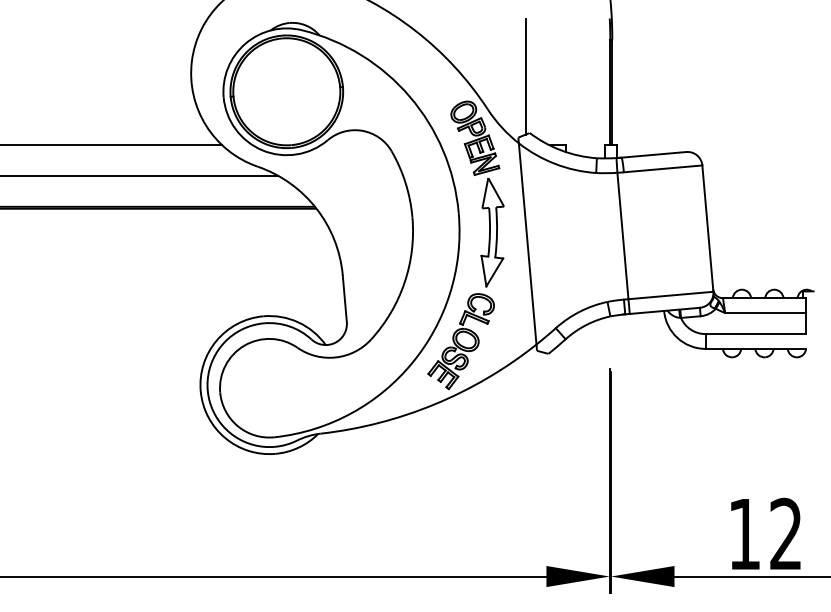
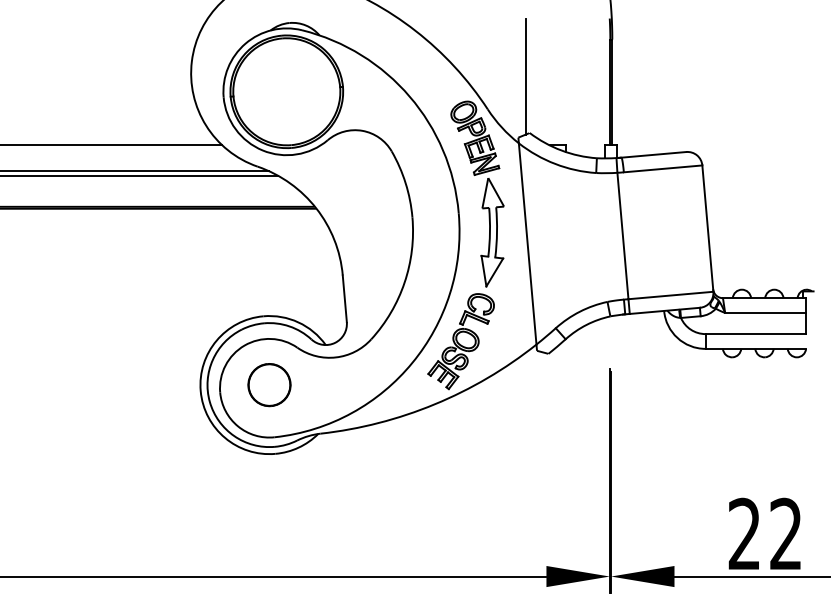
line at (135, 171): none -> present
part at (269, 385): none -> present
text at (743, 533): 12 -> 22
